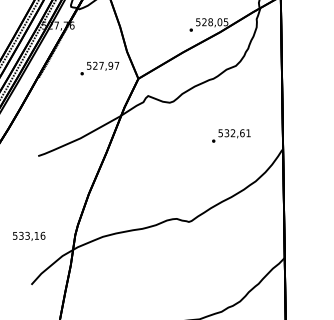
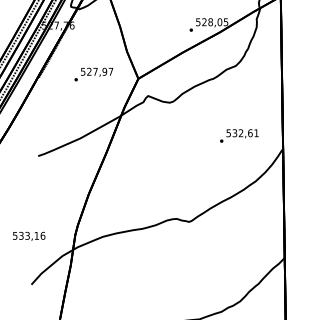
text at (99, 68) position: (99, 68) -> (93, 74)
text at (231, 135) position: (231, 135) -> (239, 135)
